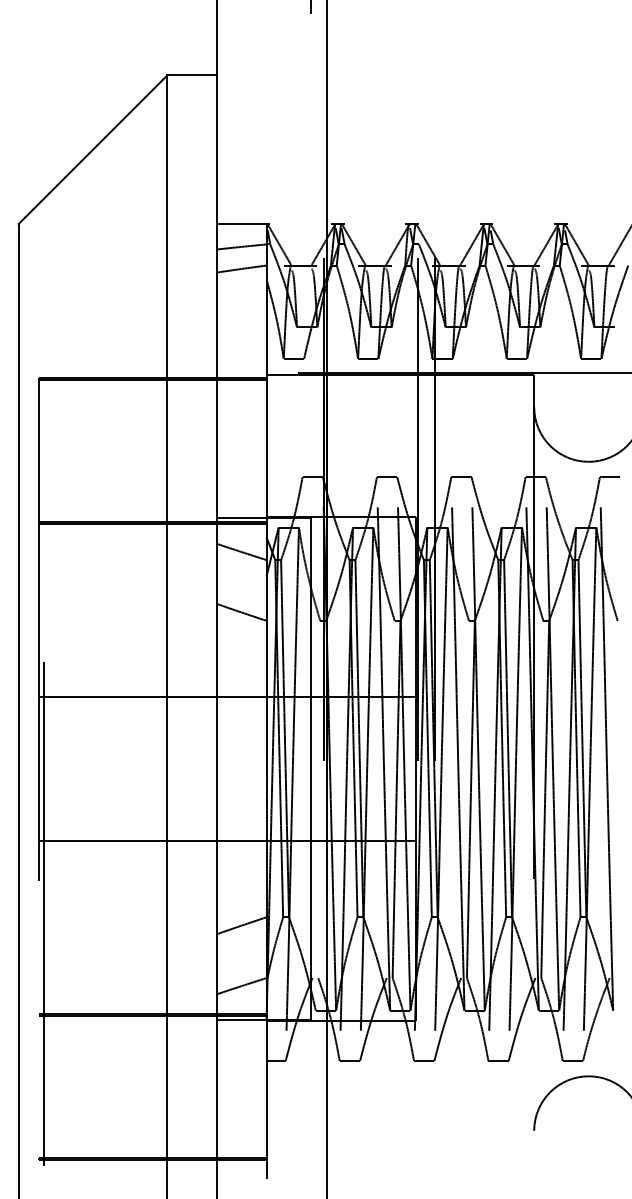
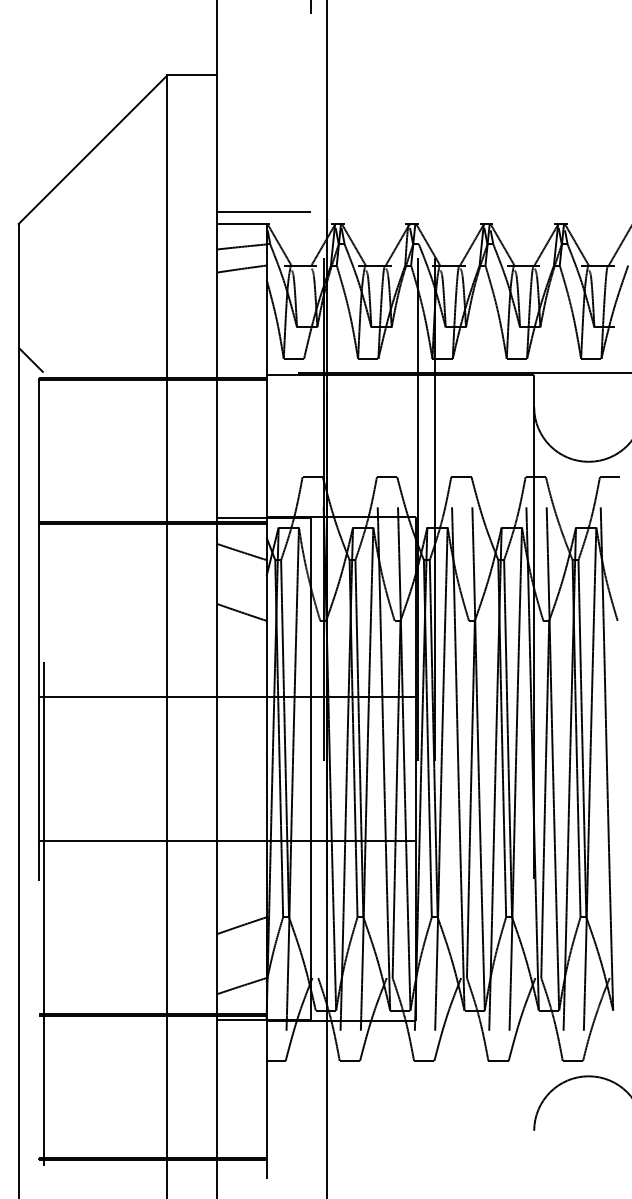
line at (264, 212): none -> present
line at (30, 359): none -> present
